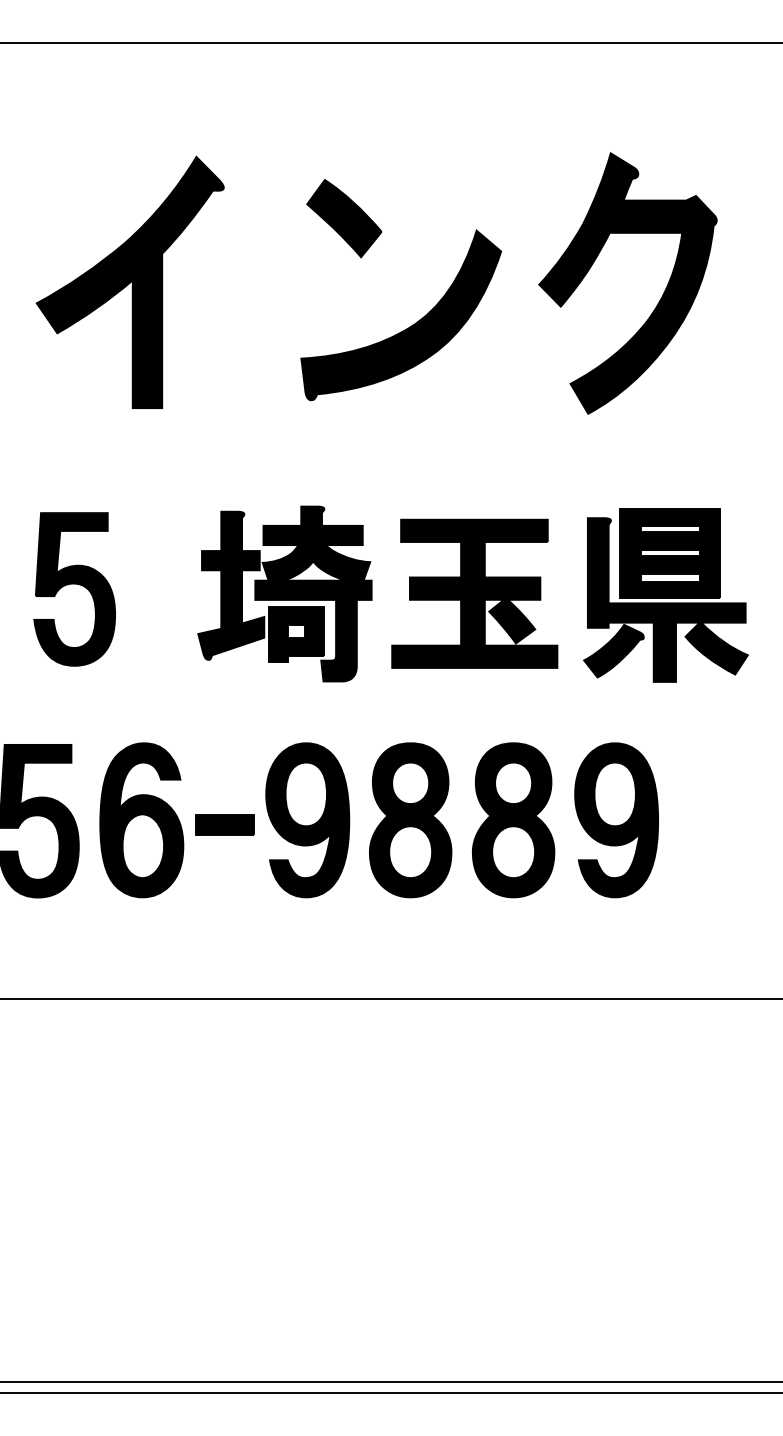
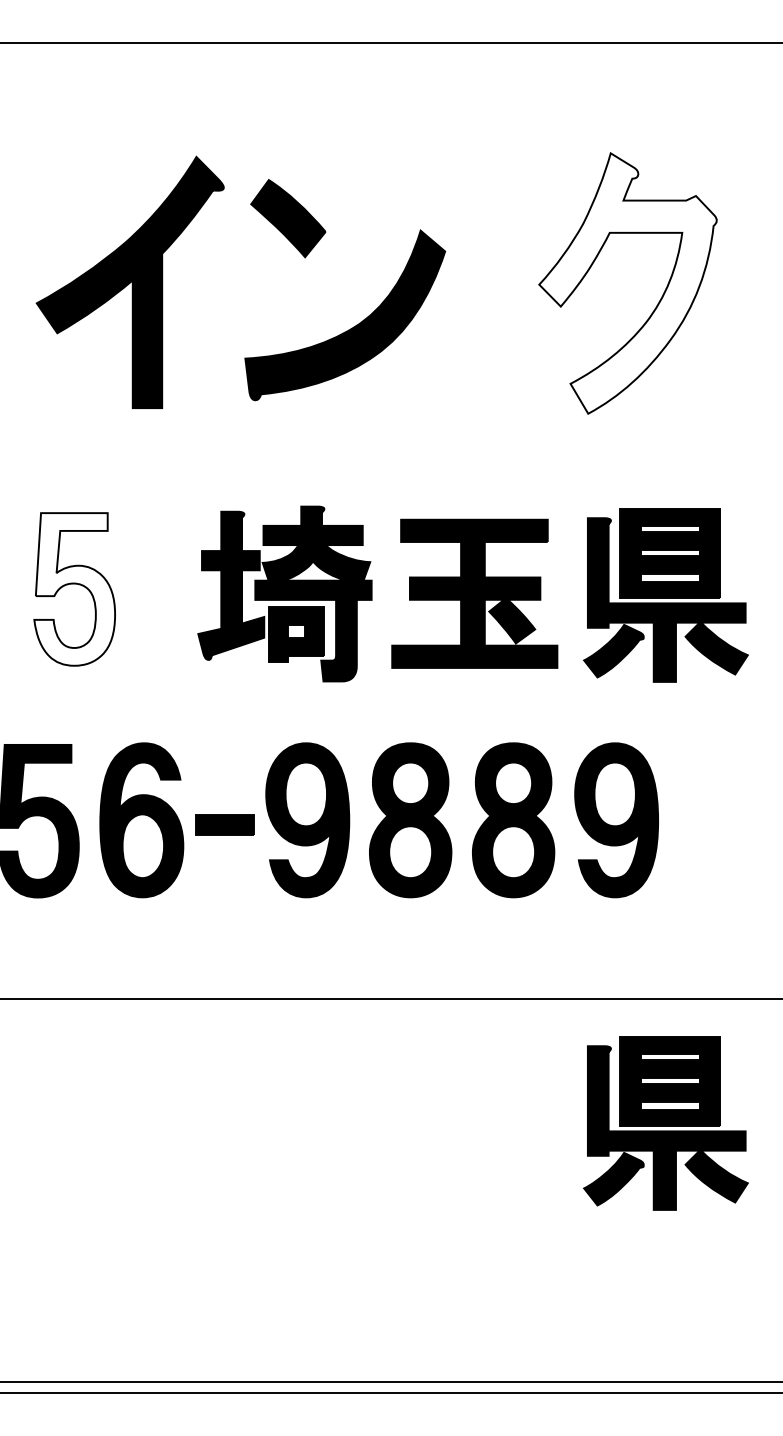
fill at (627, 283): present -> none
part at (420, 318) position: (420, 318) -> (364, 318)
fill at (74, 589): present -> none
part at (665, 1123): none -> present
